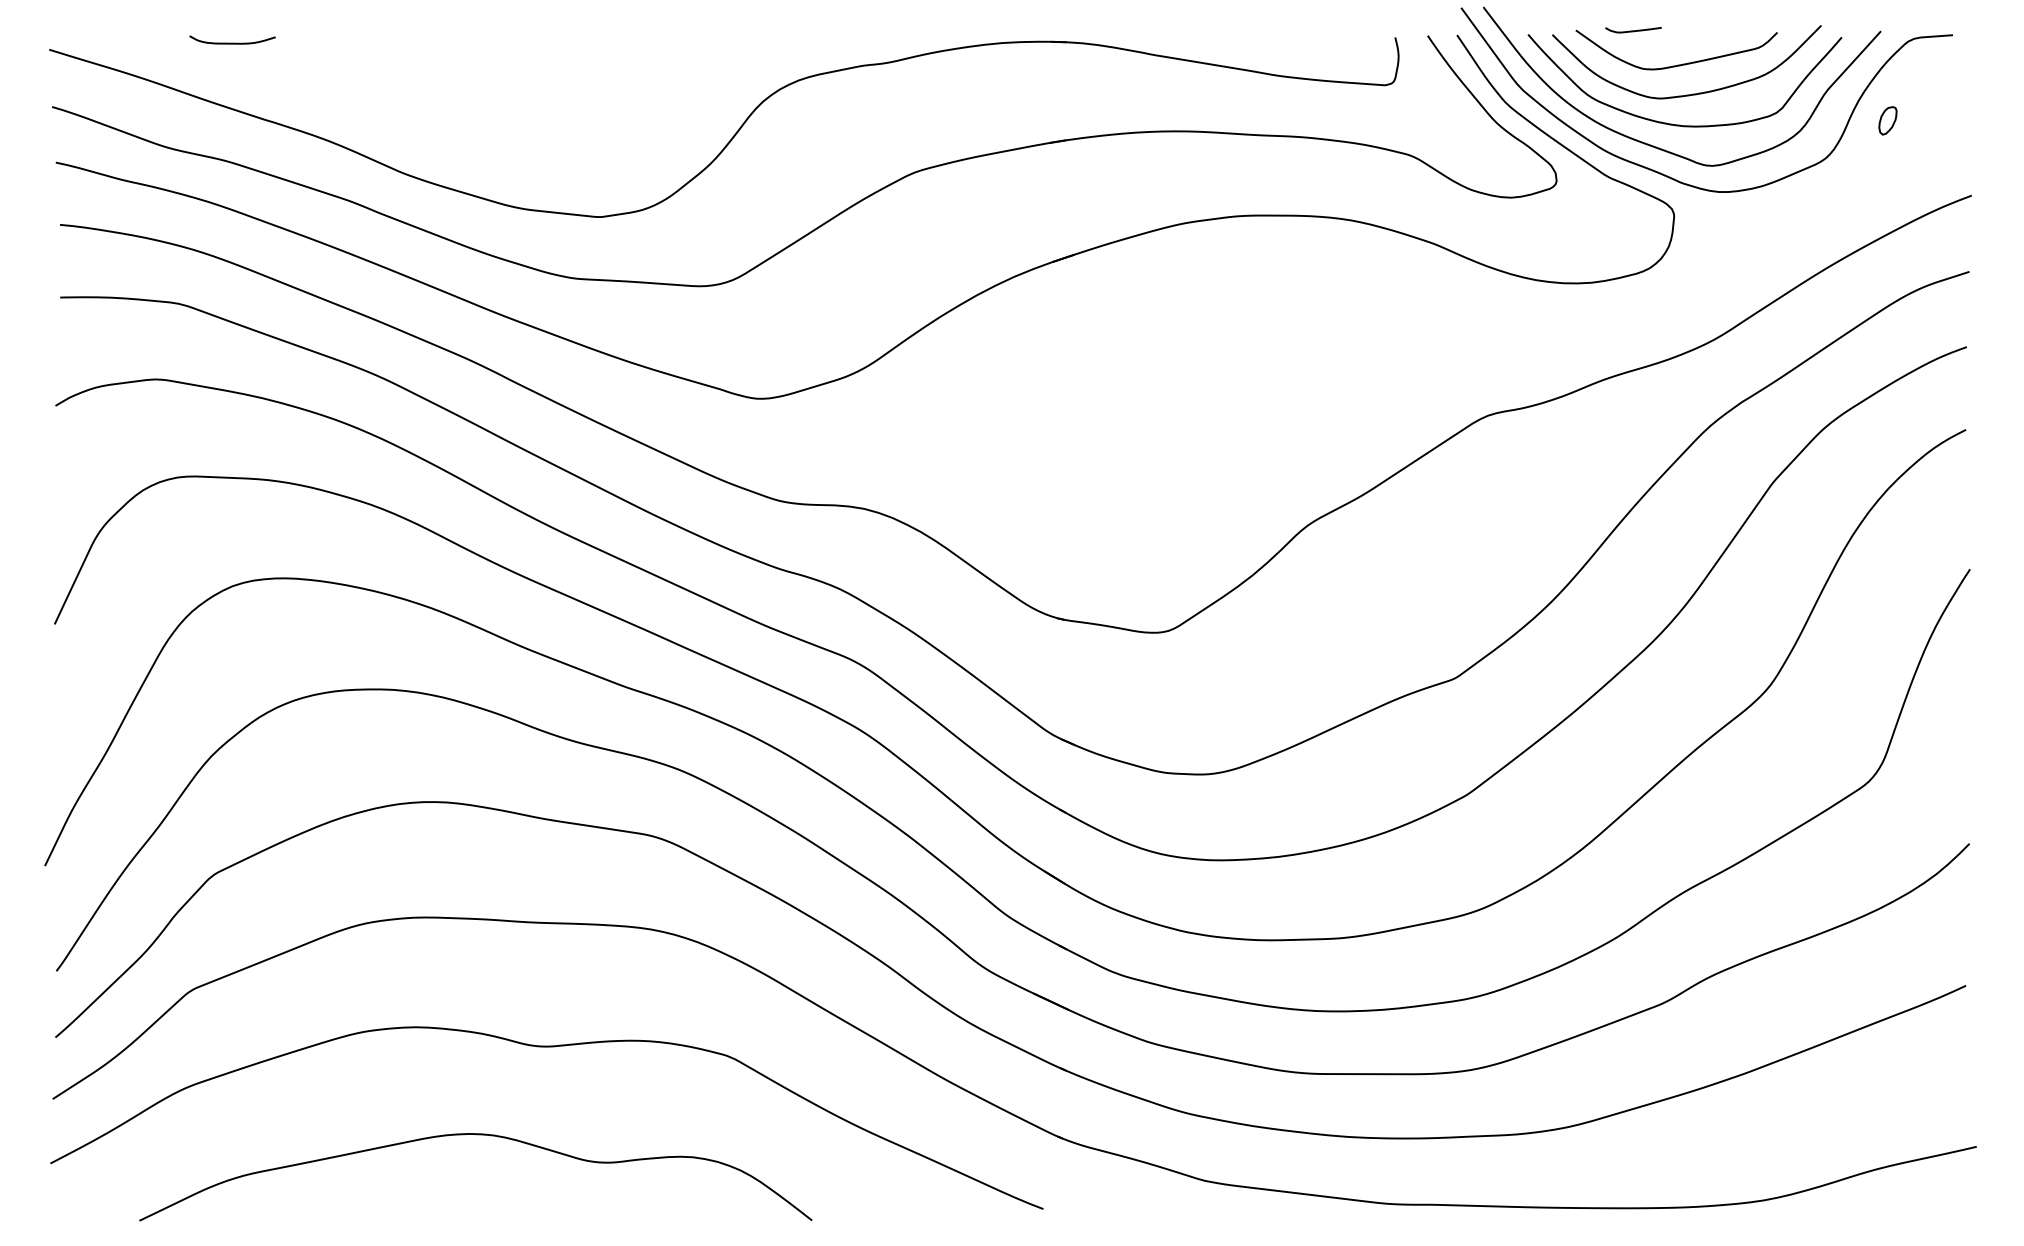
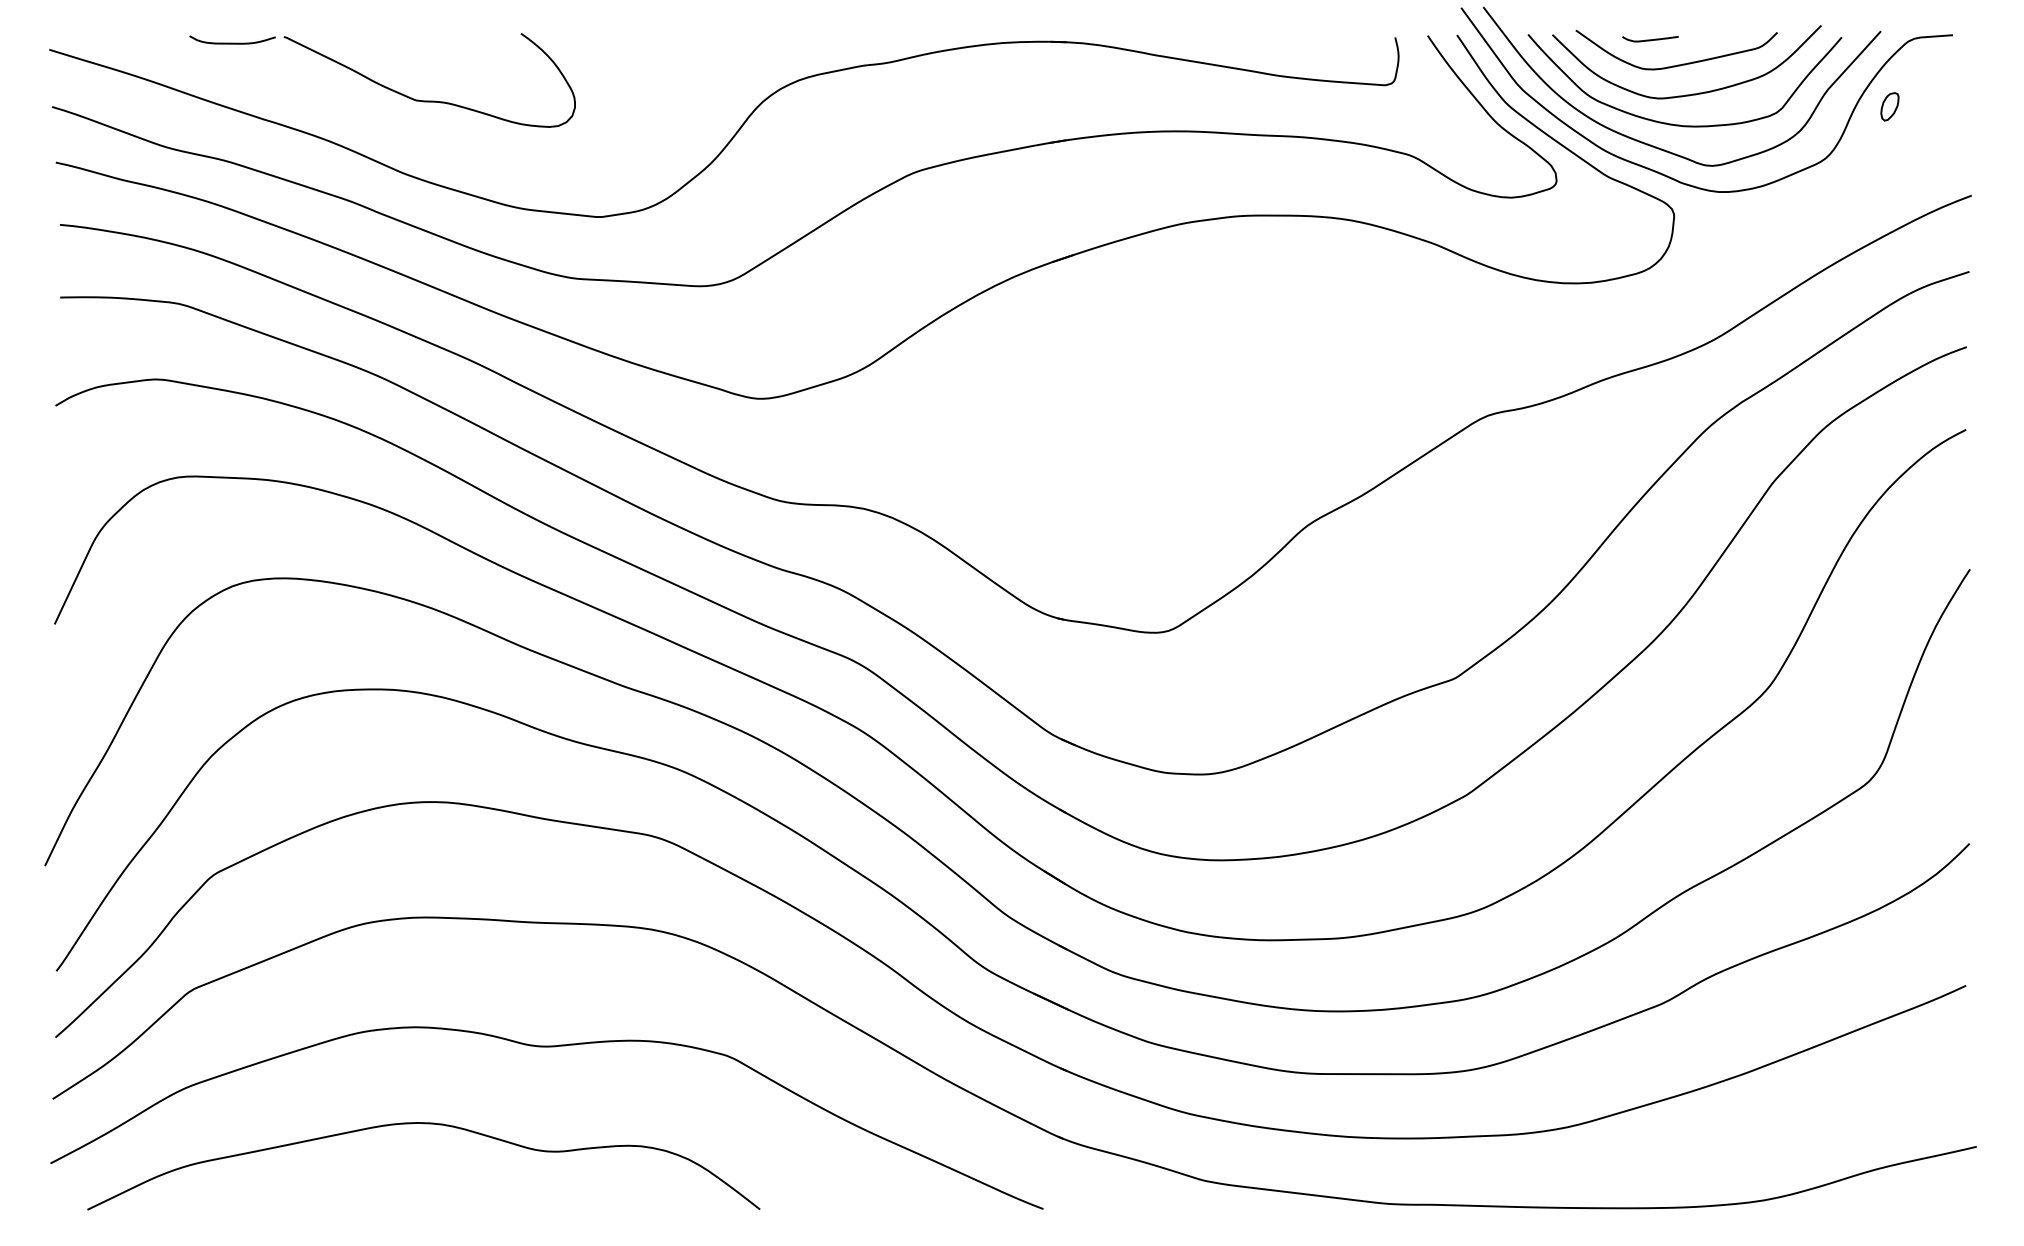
curve at (1633, 30) position: (1633, 30) -> (1650, 39)
curve at (429, 100): none -> present
part at (1887, 120) position: (1887, 120) -> (1889, 106)
curve at (476, 1135) position: (476, 1135) -> (424, 1124)
